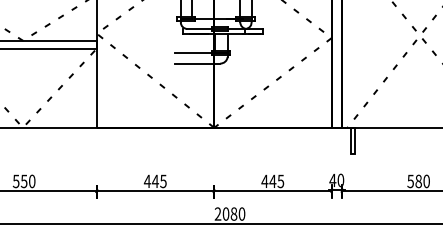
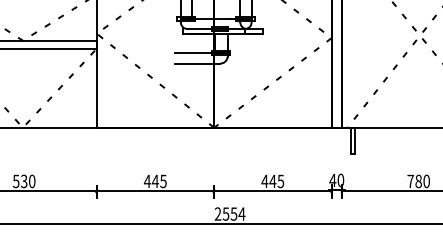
text at (24, 180): 550 -> 530
text at (410, 181): 580 -> 780
text at (233, 213): 2080 -> 2554
